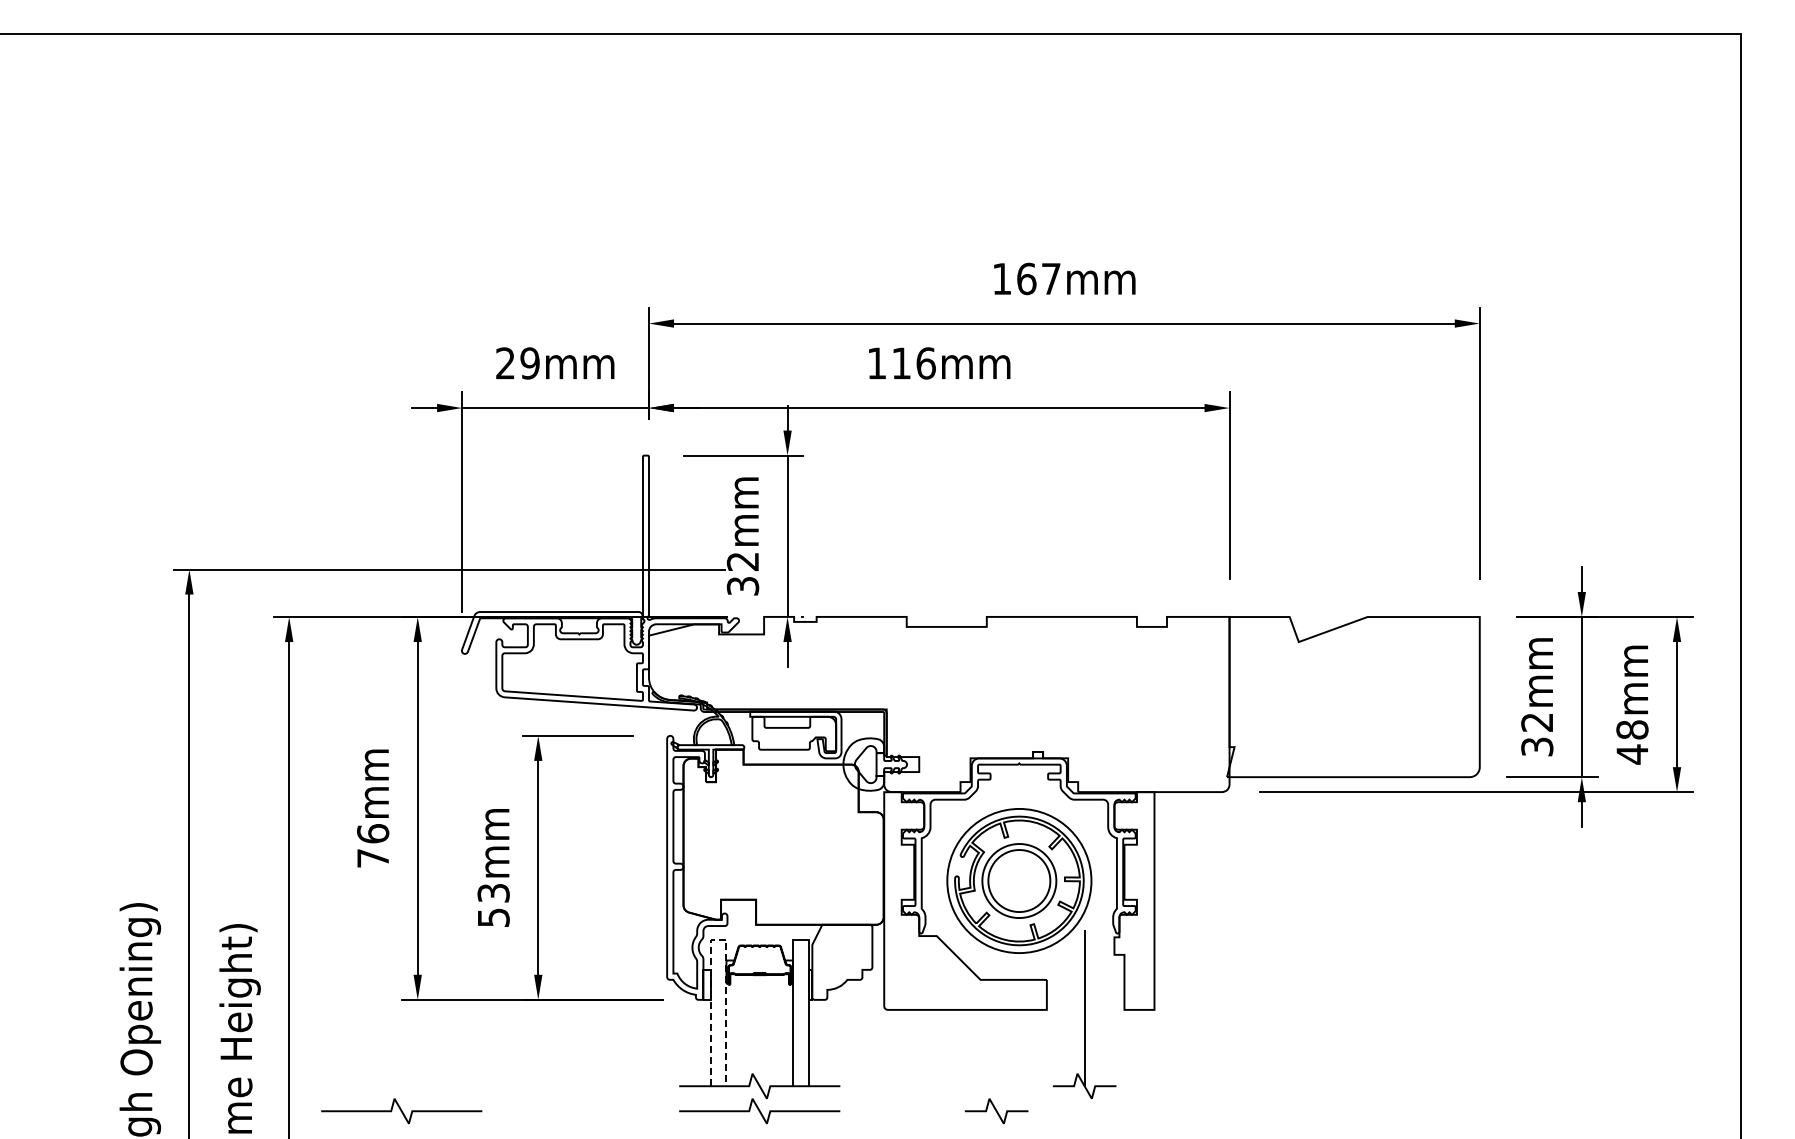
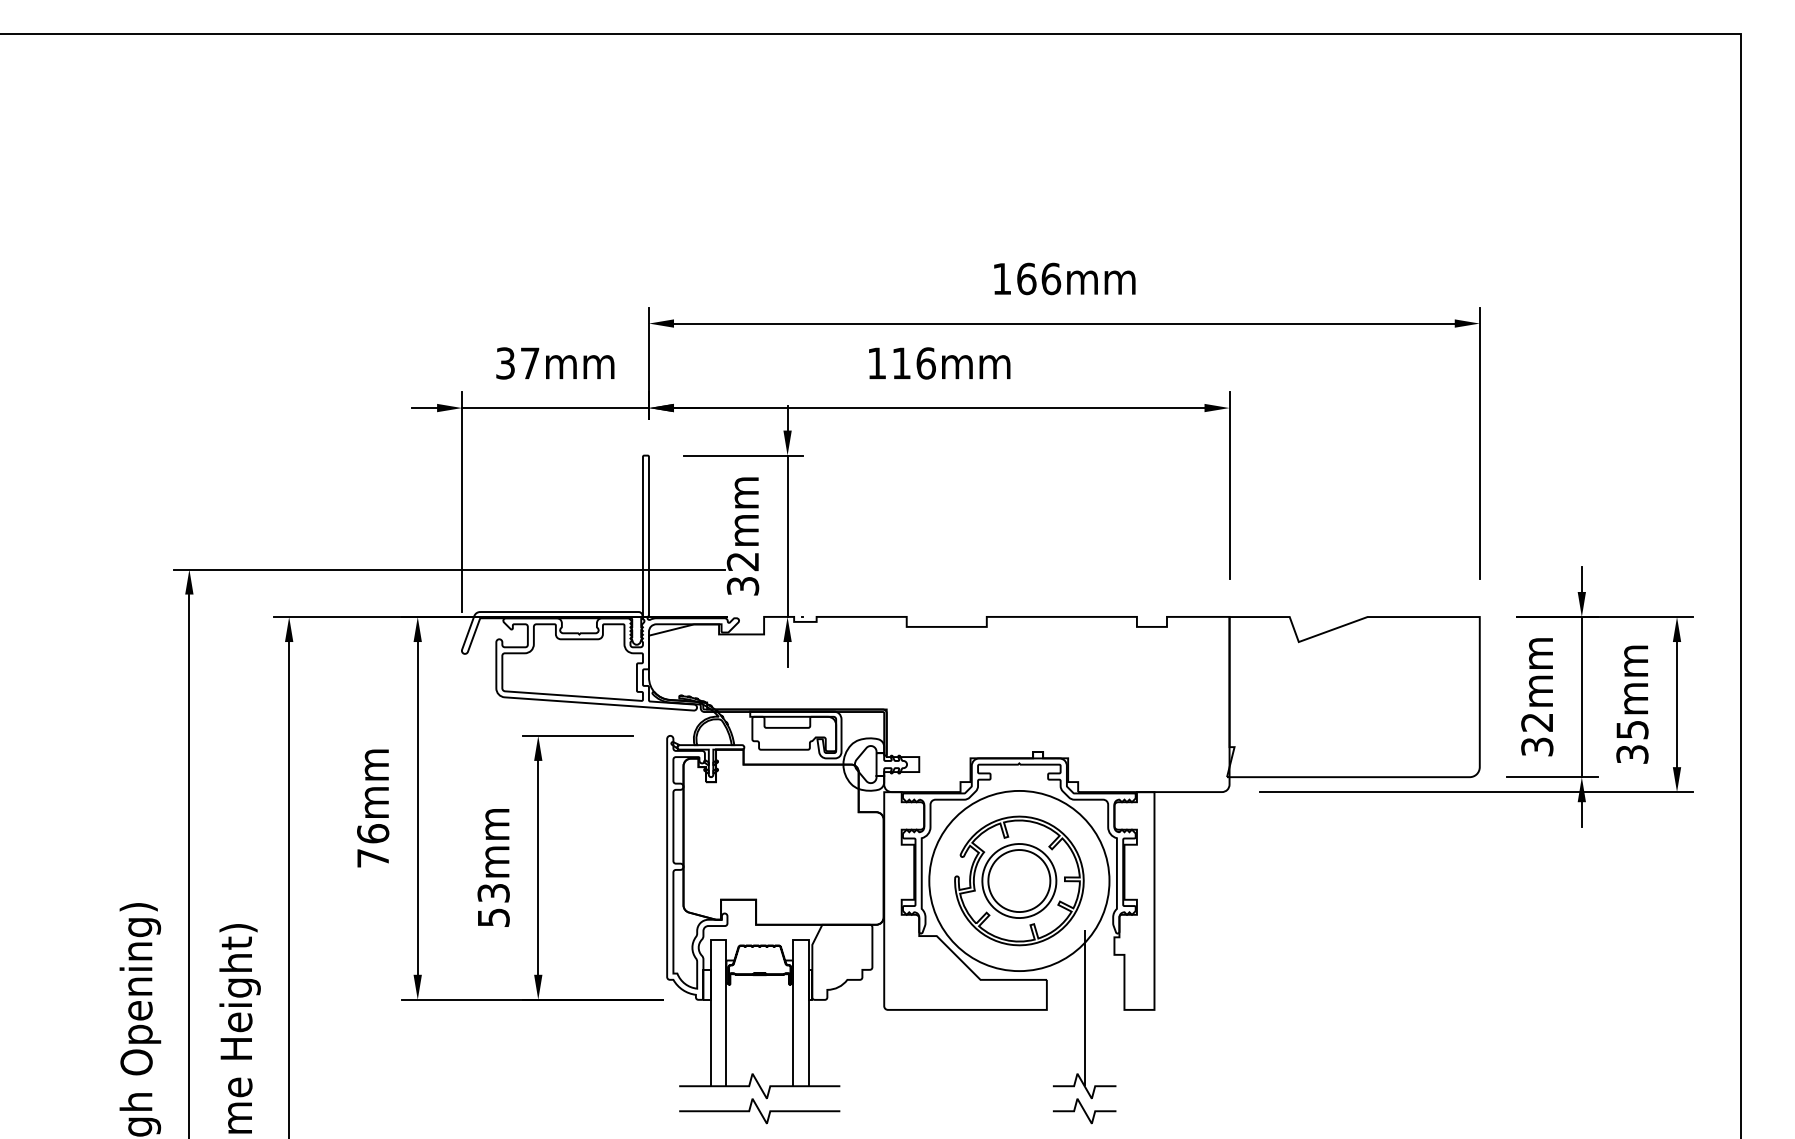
text at (1051, 278): 167mm -> 166mm
text at (517, 363): 29mm -> 37mm
text at (1632, 742): 48mm -> 35mm
circle at (1019, 880) diameter: 144 px -> 180 px
line at (718, 939): dashed -> solid
curve at (401, 1111): present -> none
curve at (996, 1111) position: (996, 1111) -> (1084, 1111)
